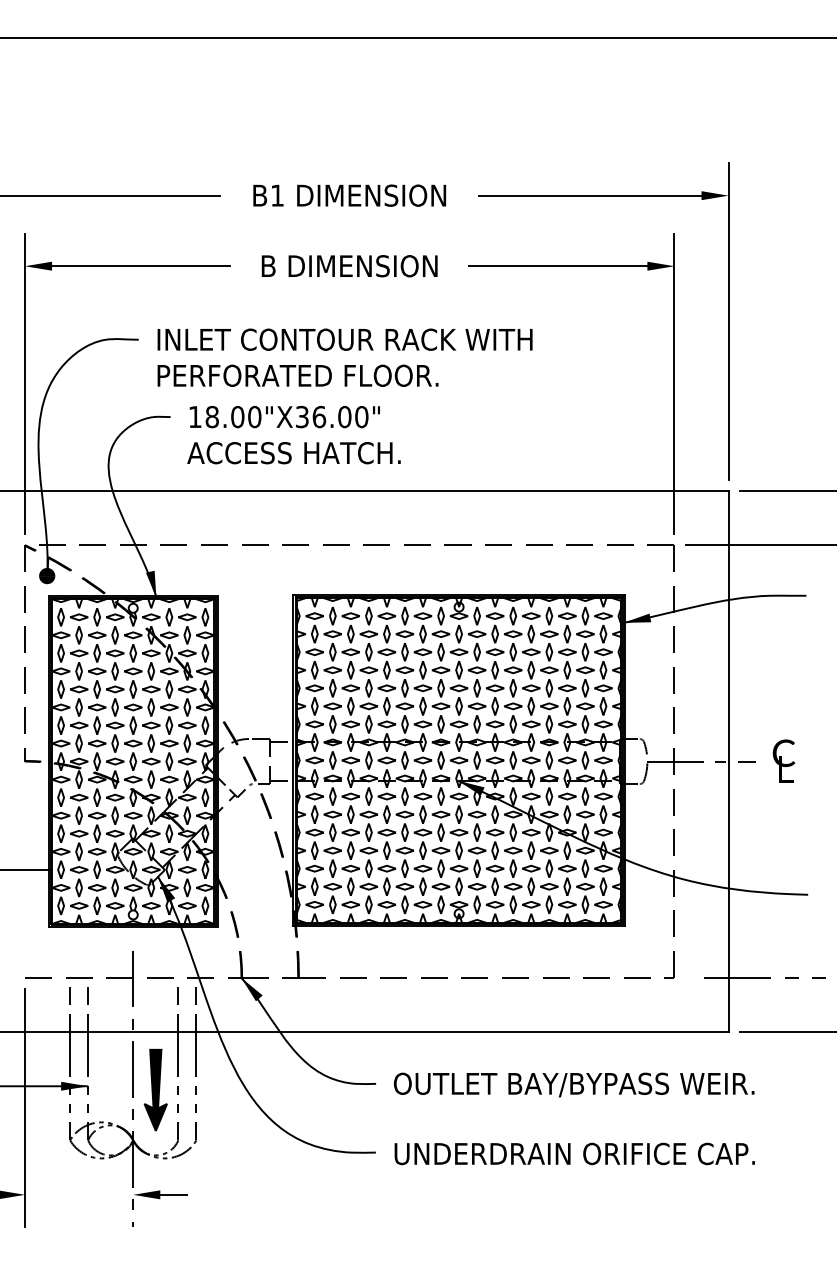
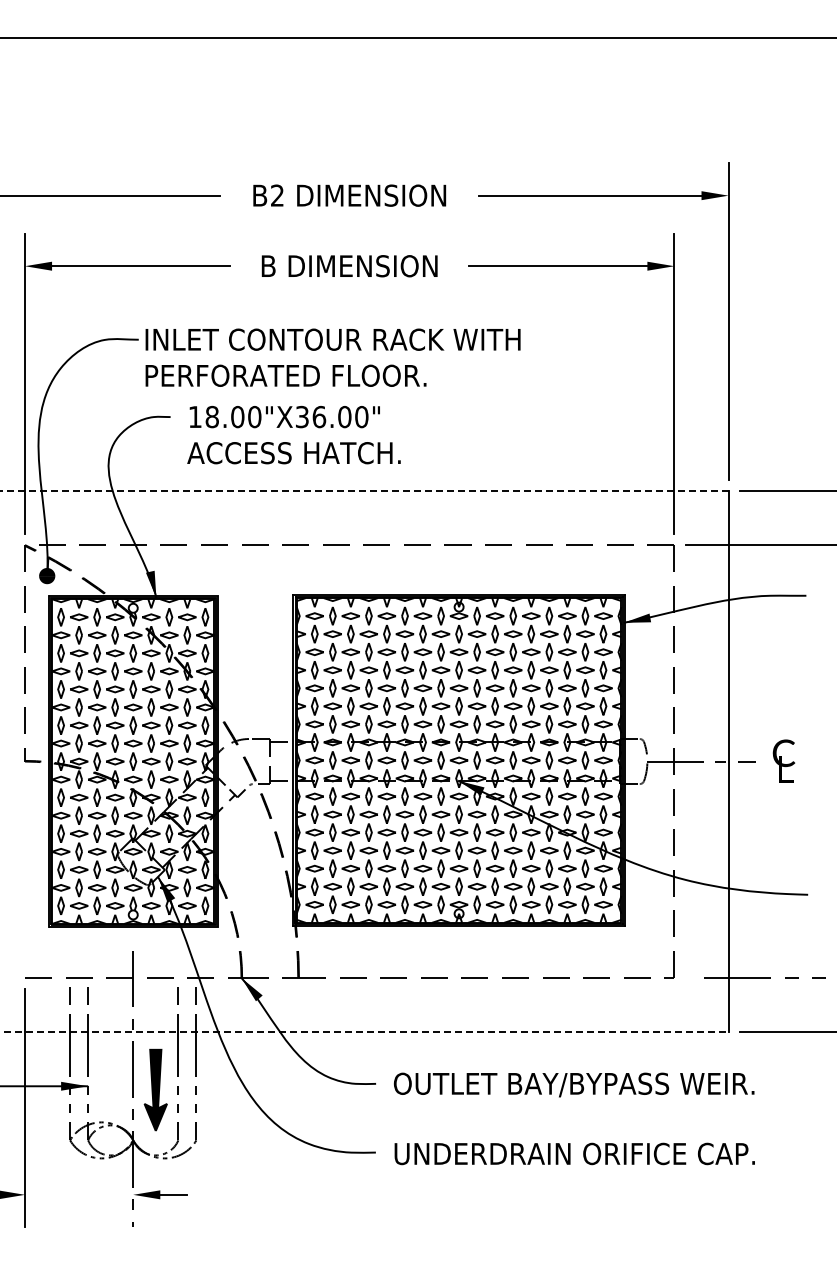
text at (277, 195): B1 -> B2
text at (344, 357) position: (344, 357) -> (332, 357)
line at (364, 490): solid -> dashed
line at (27, 869): present -> none
line at (364, 1032): solid -> dashed
